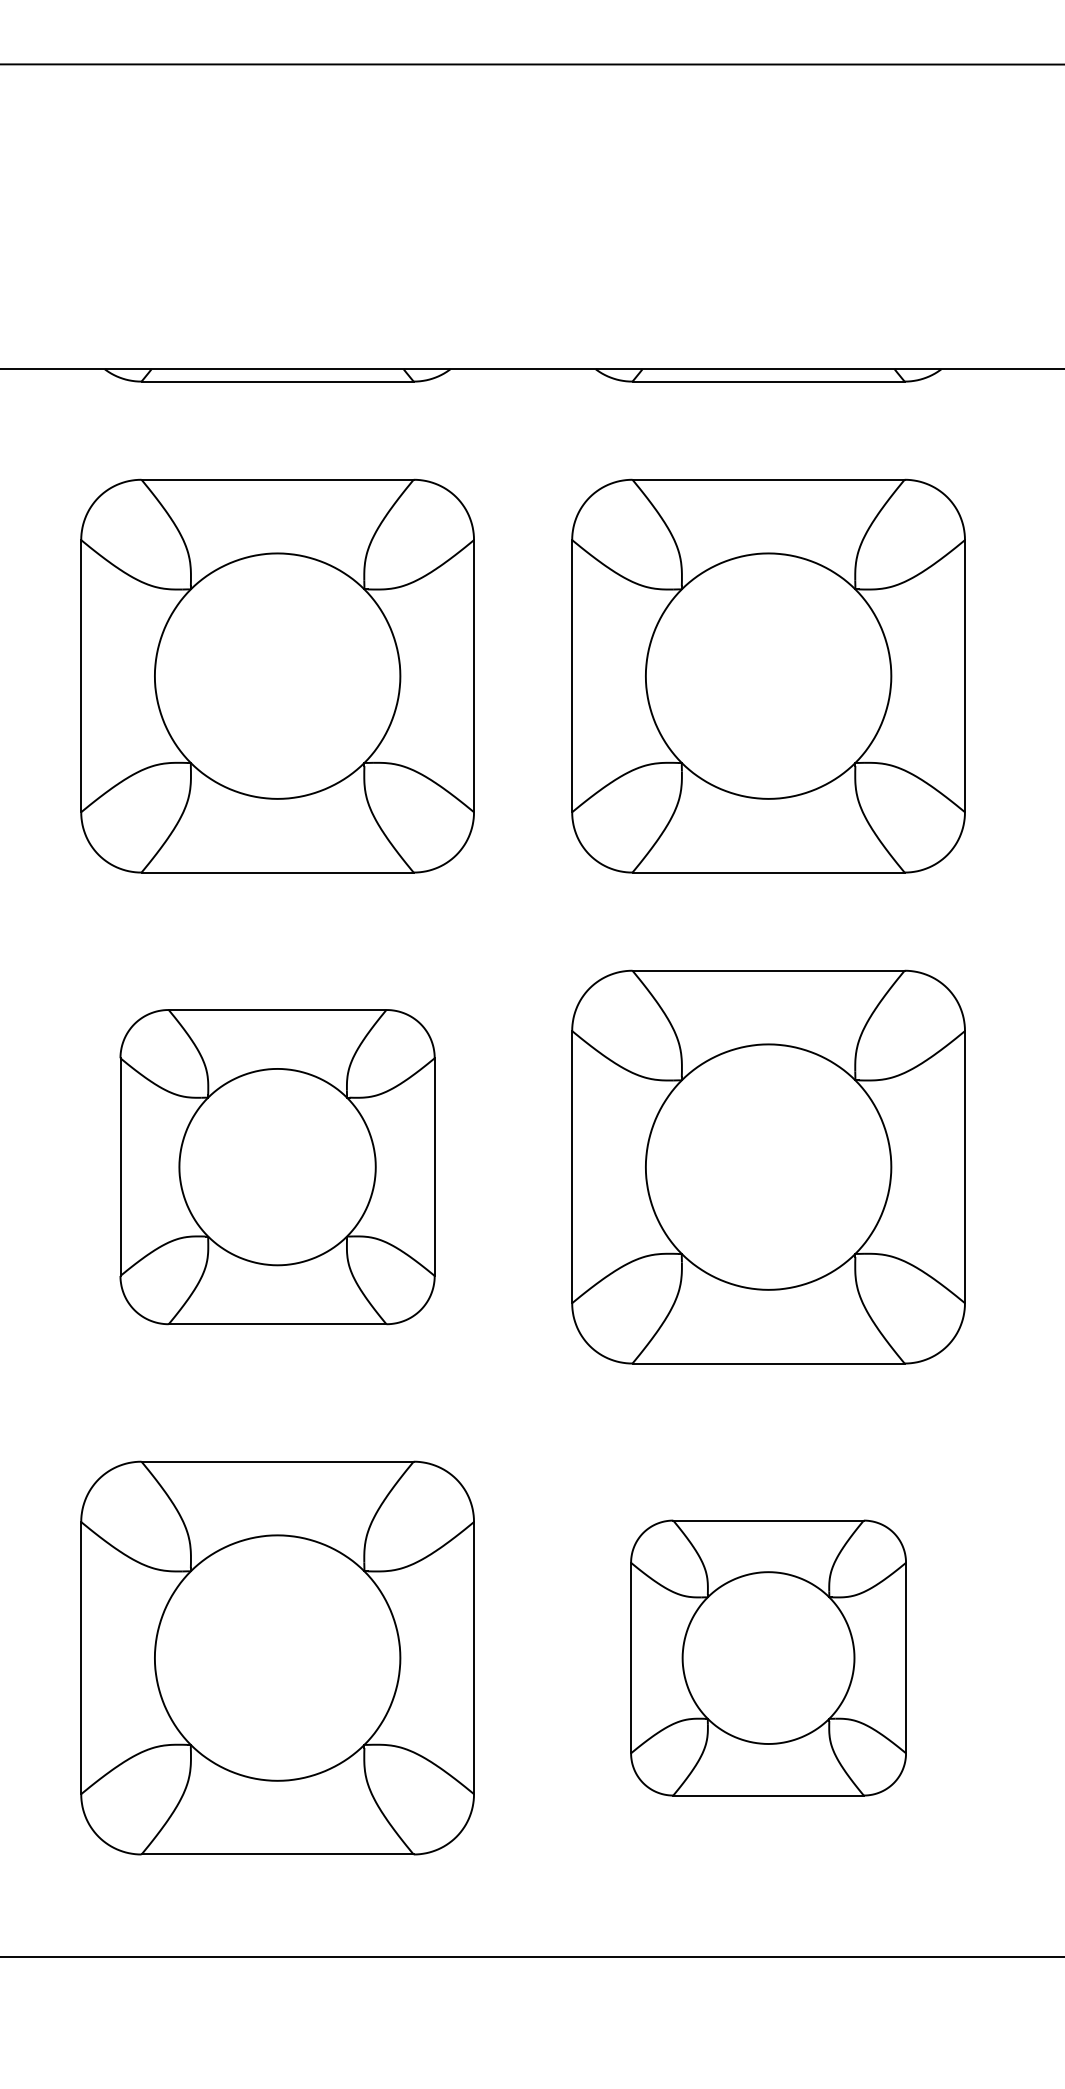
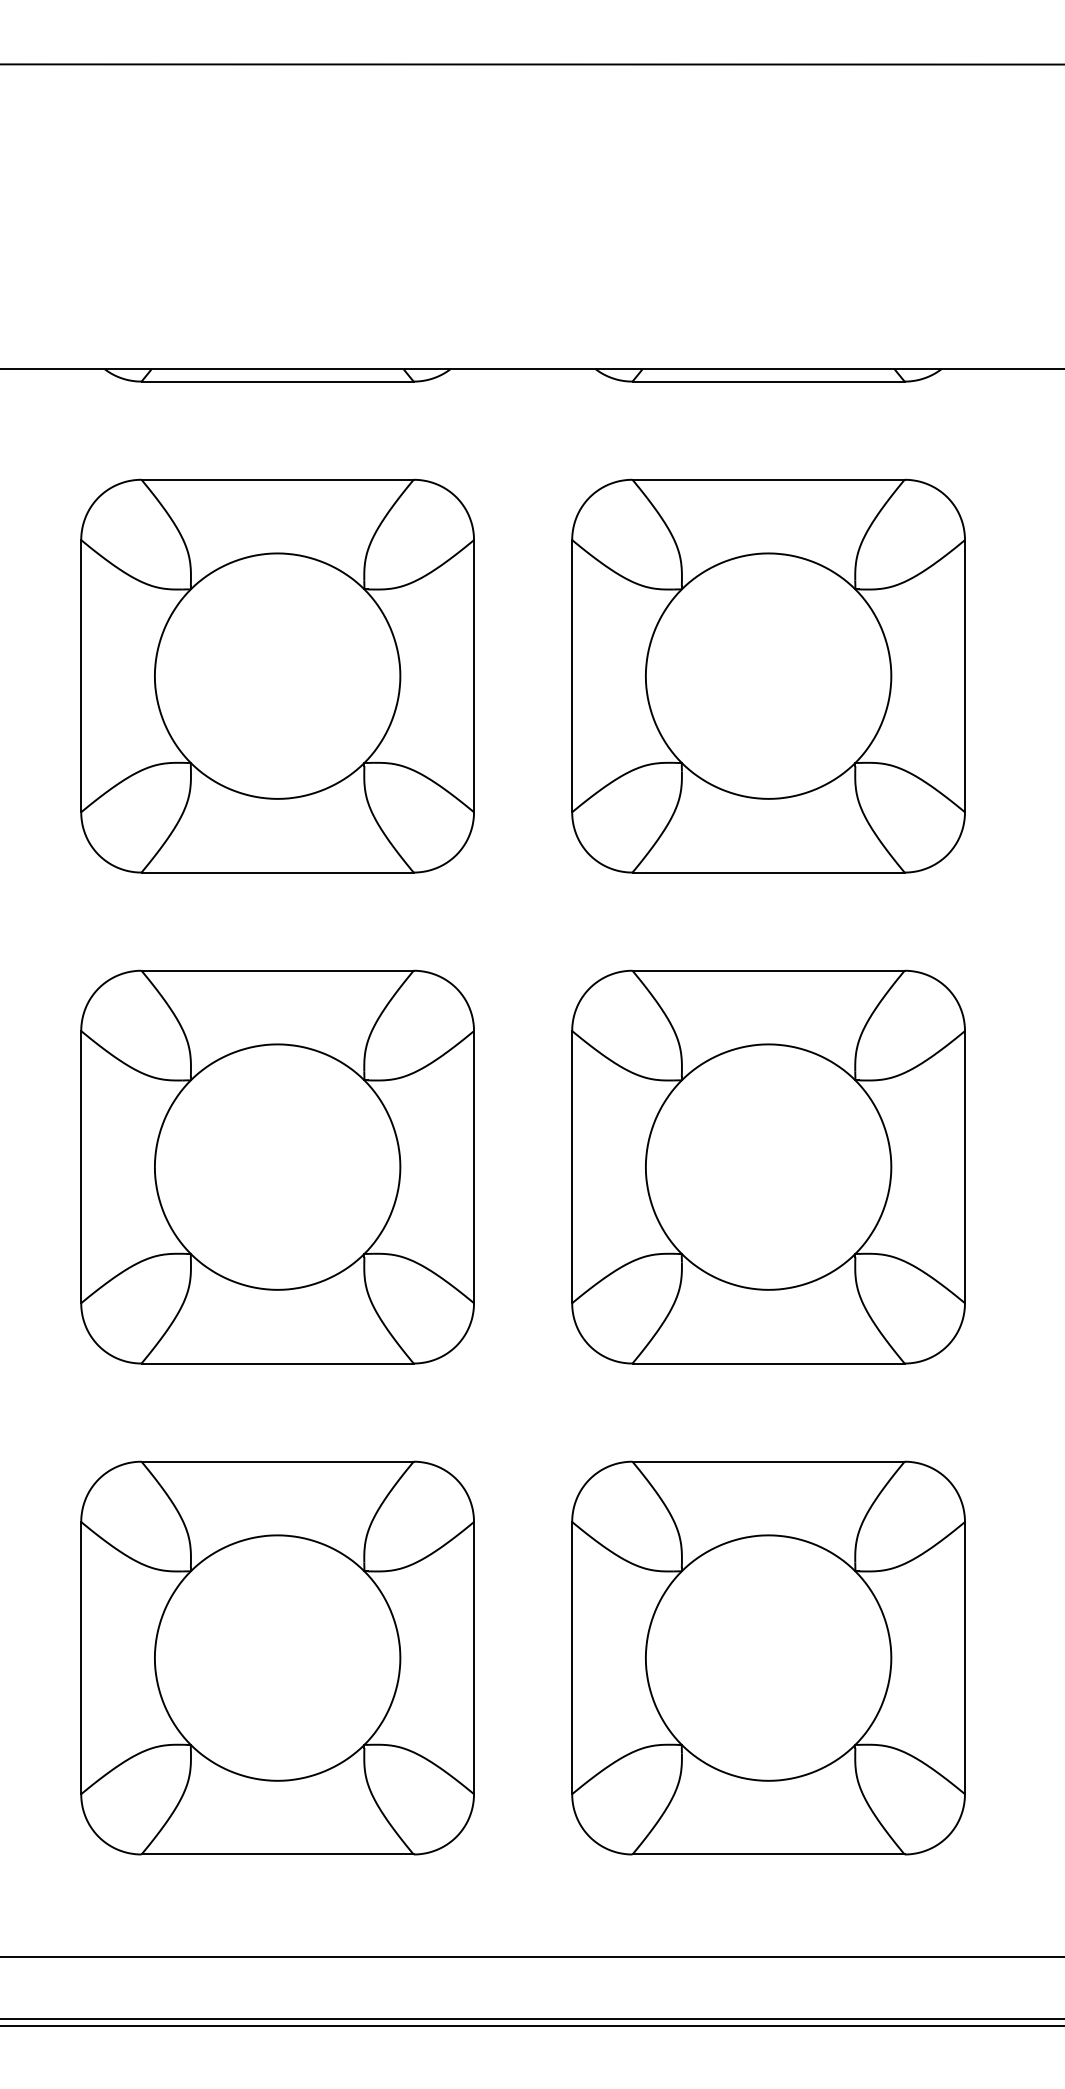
part at (277, 1167) size: 317x317 px -> 395x396 px
part at (768, 1657) size: 277x278 px -> 395x396 px
line at (531, 2018): none -> present
line at (531, 2026): none -> present
